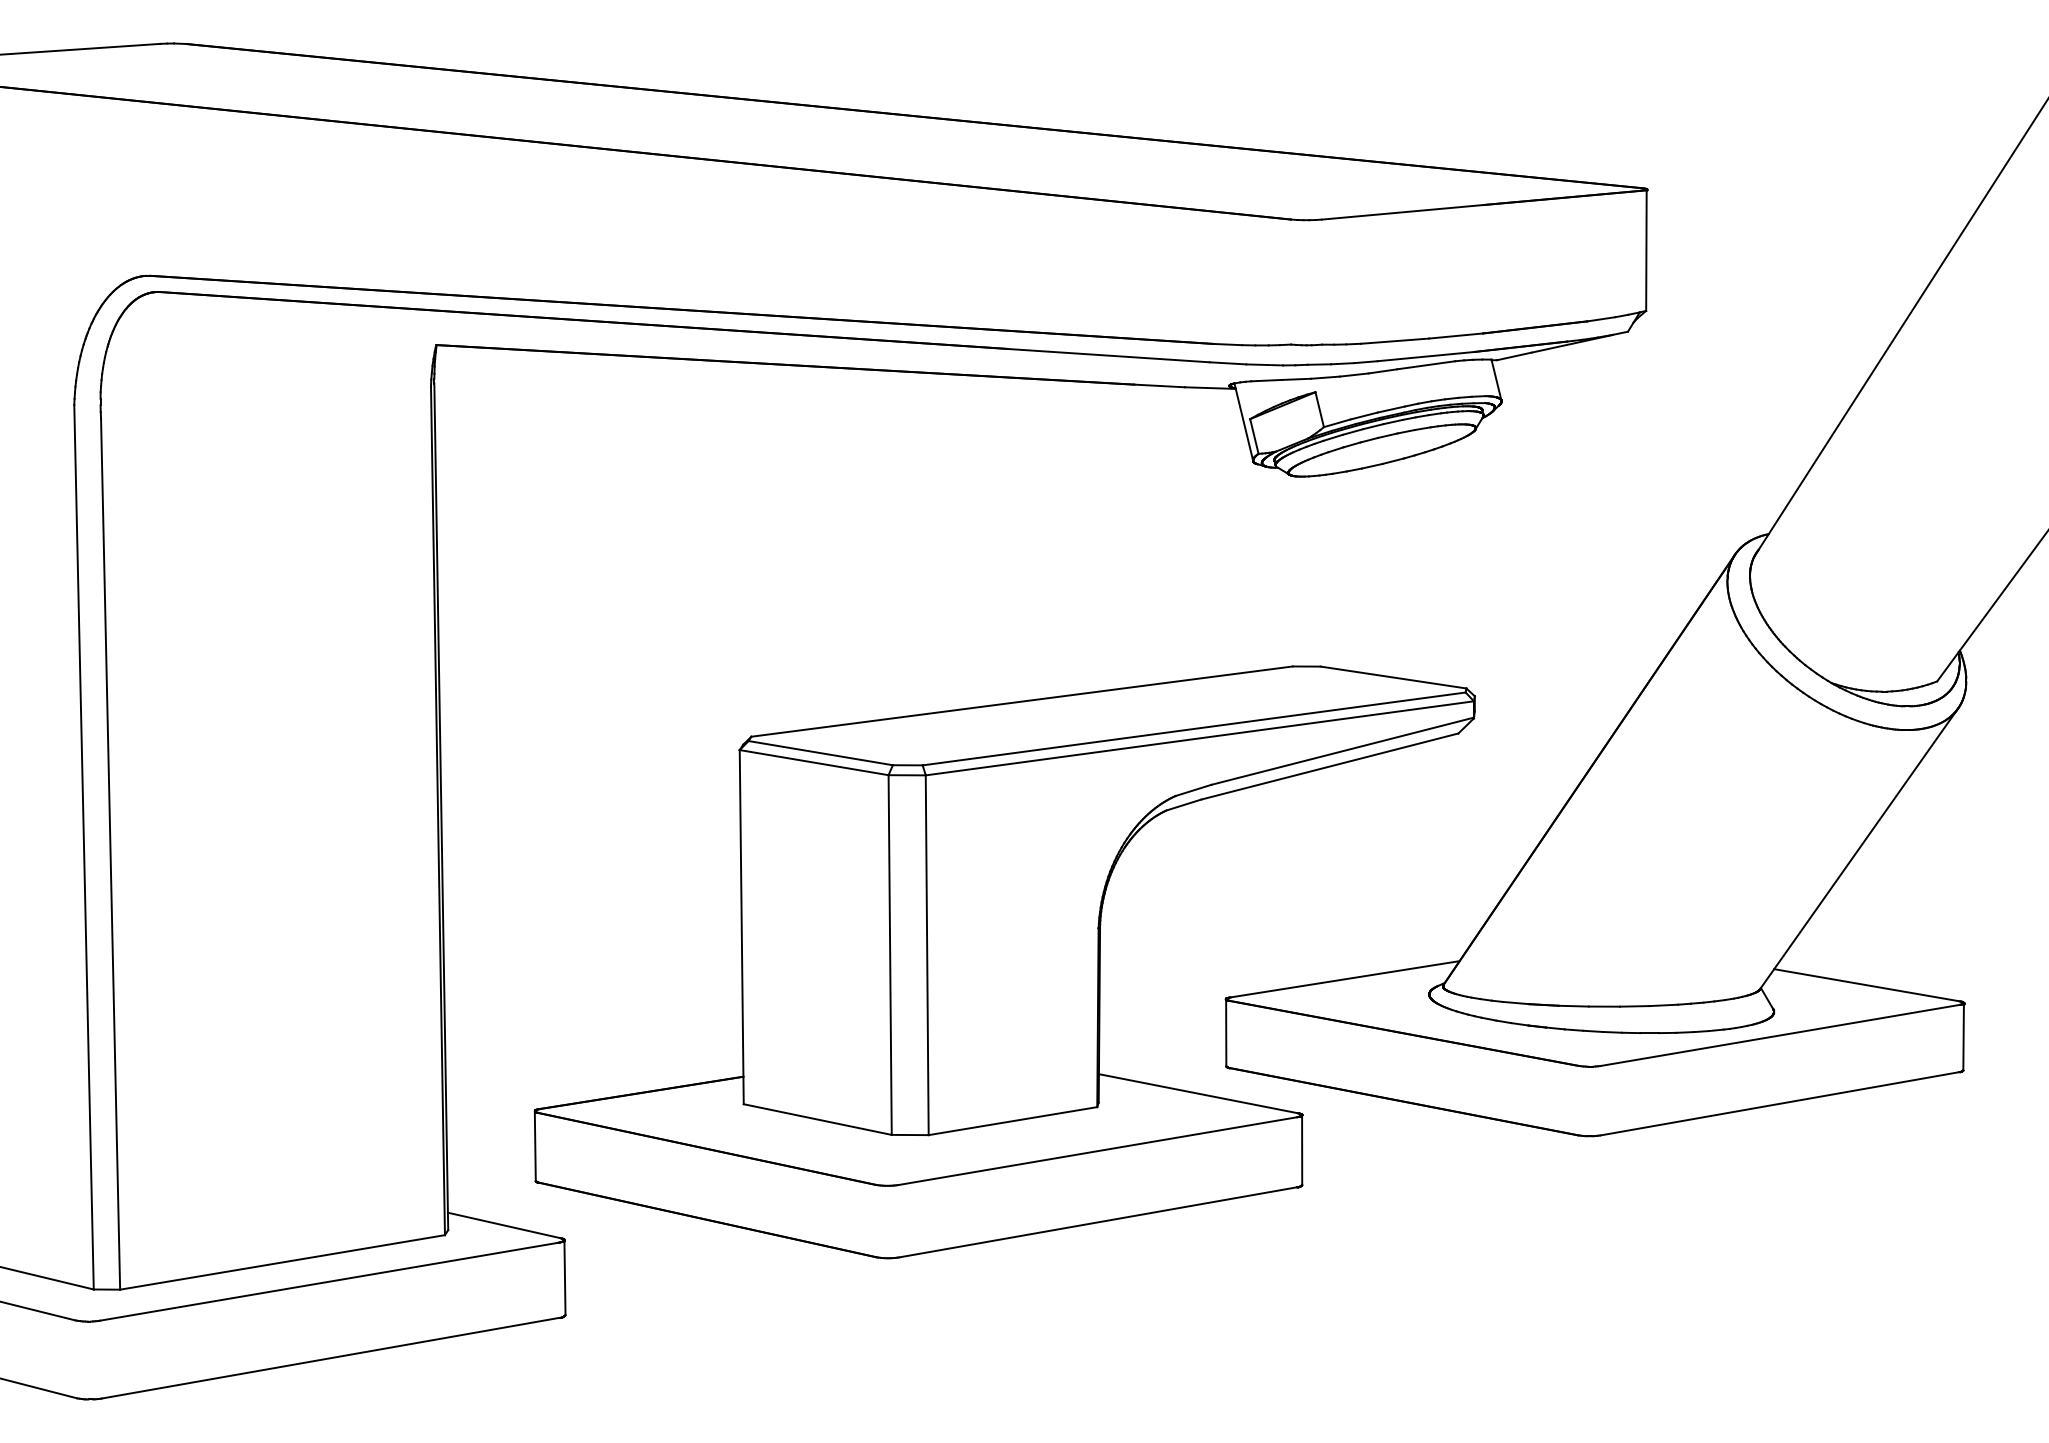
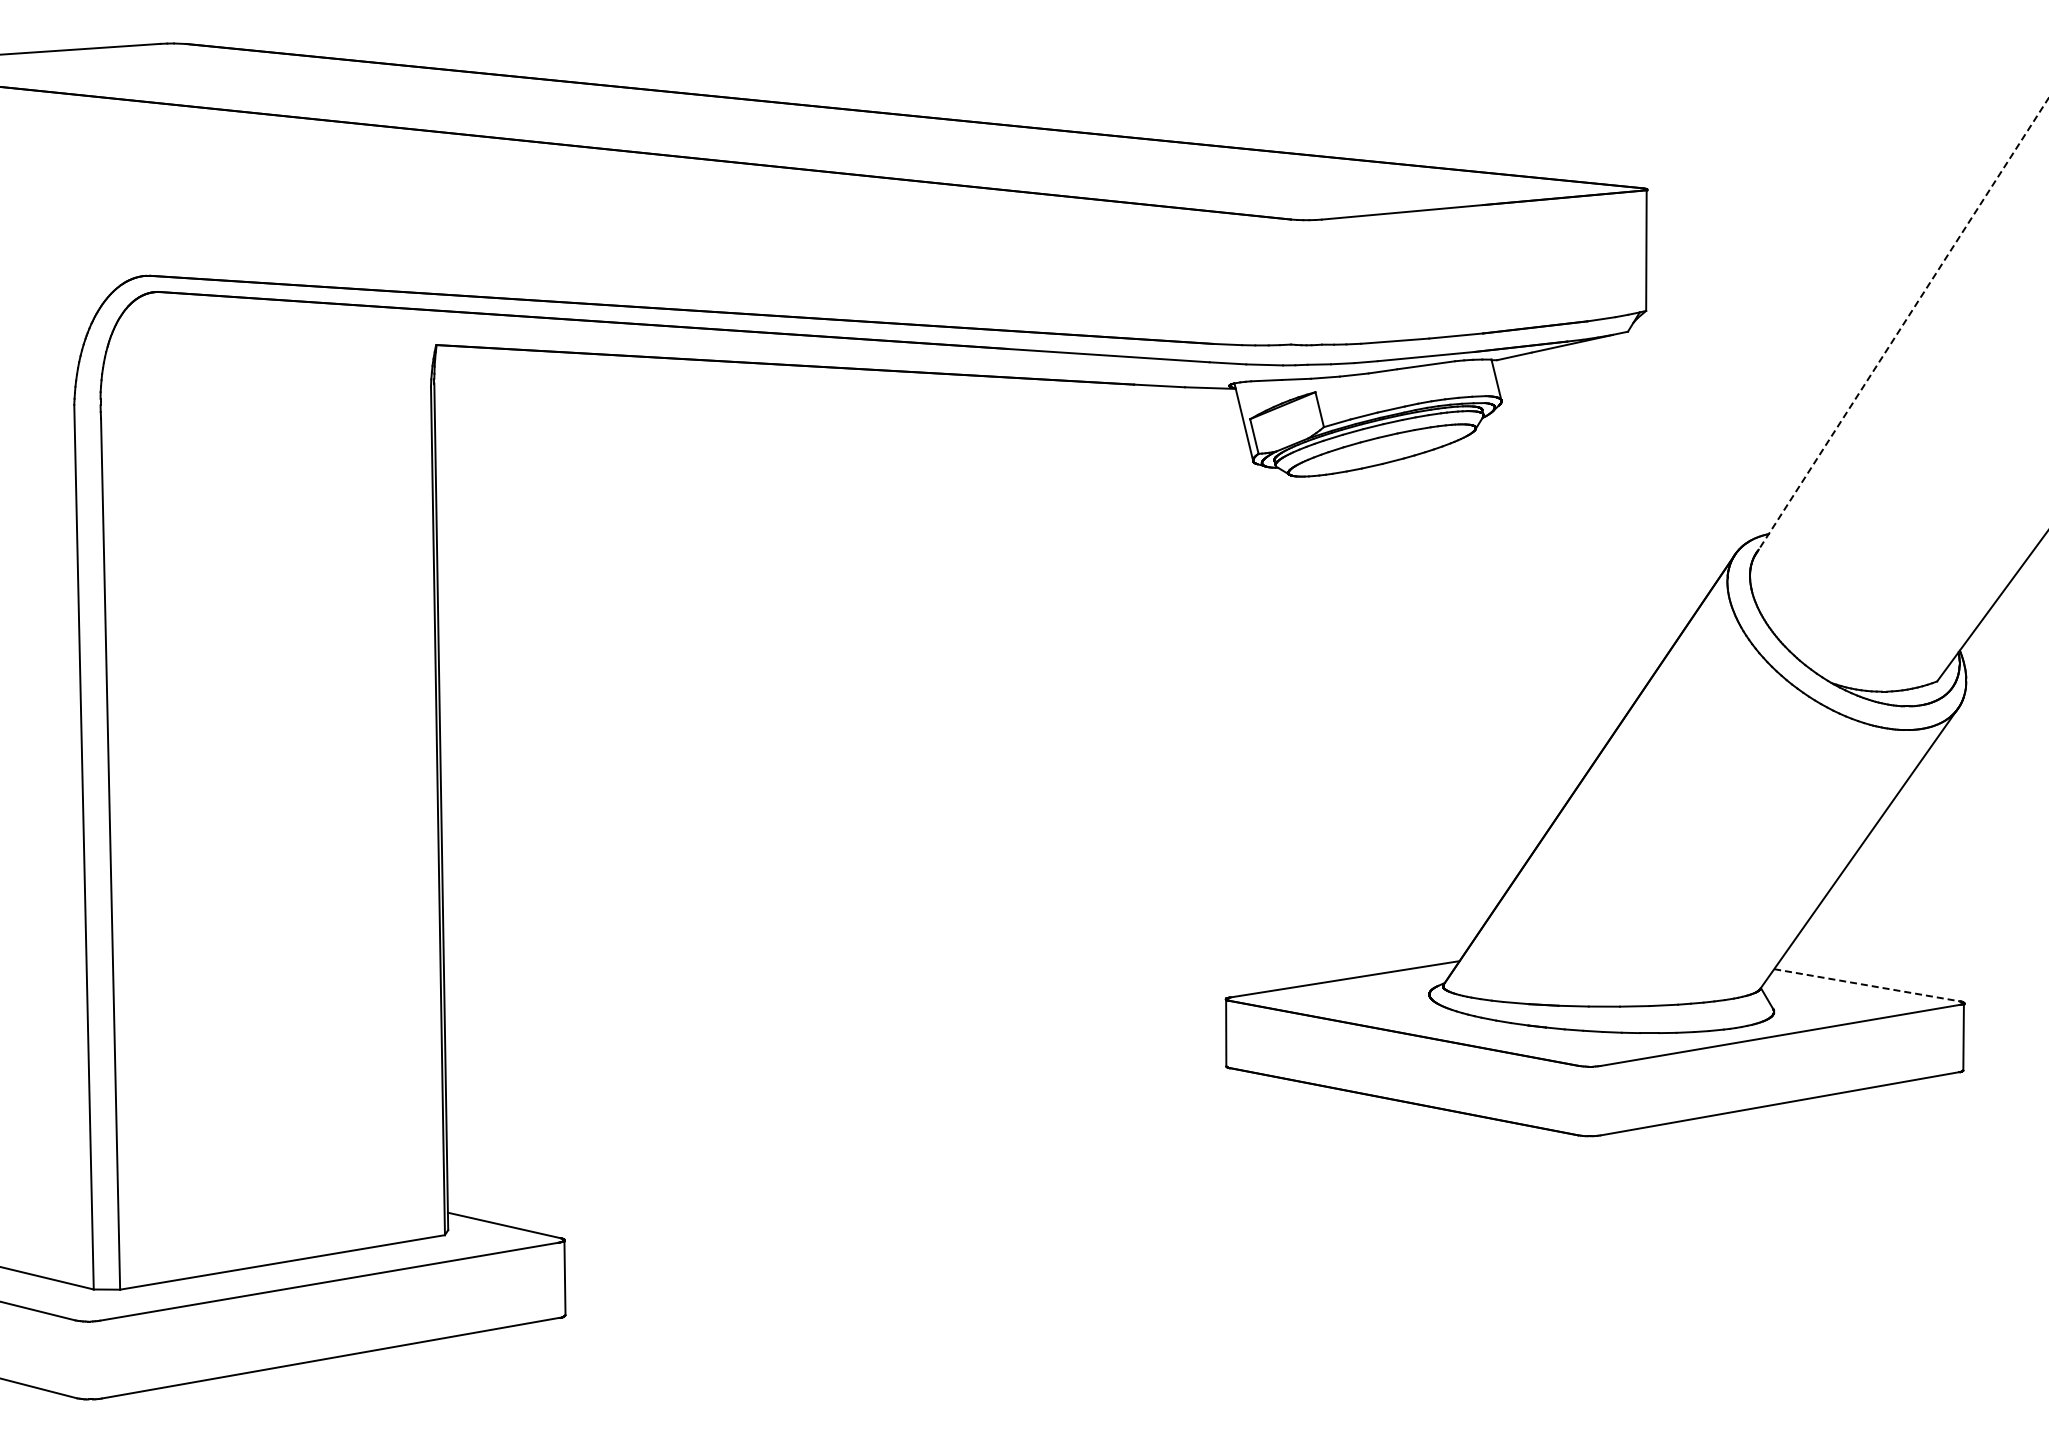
line at (1901, 327): solid -> dashed
part at (1004, 962): present -> none
line at (1866, 985): solid -> dashed
